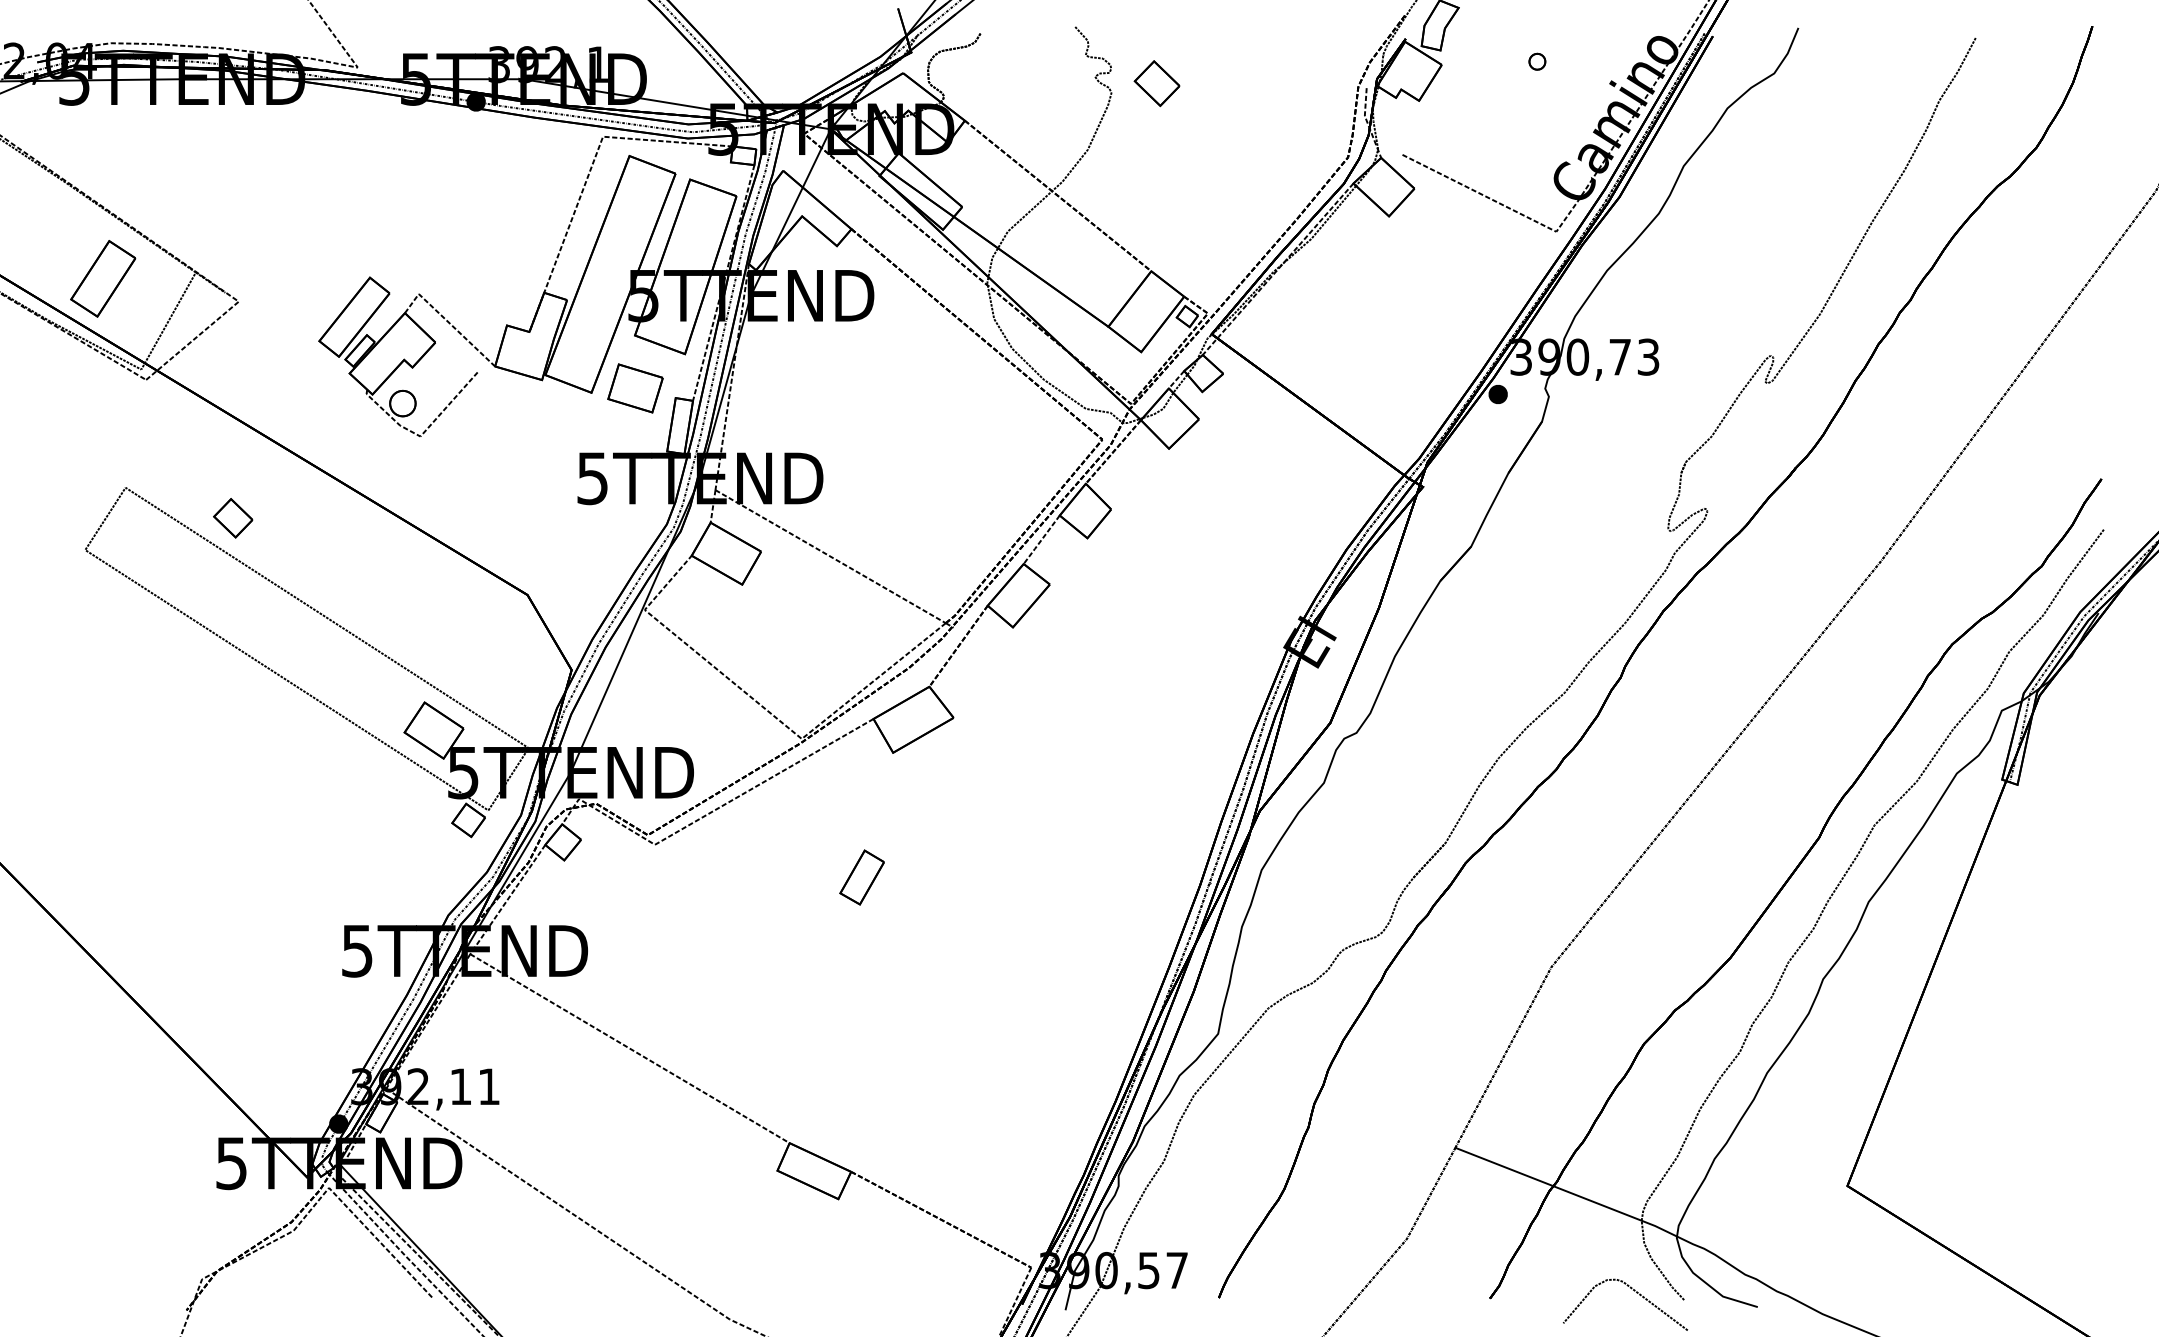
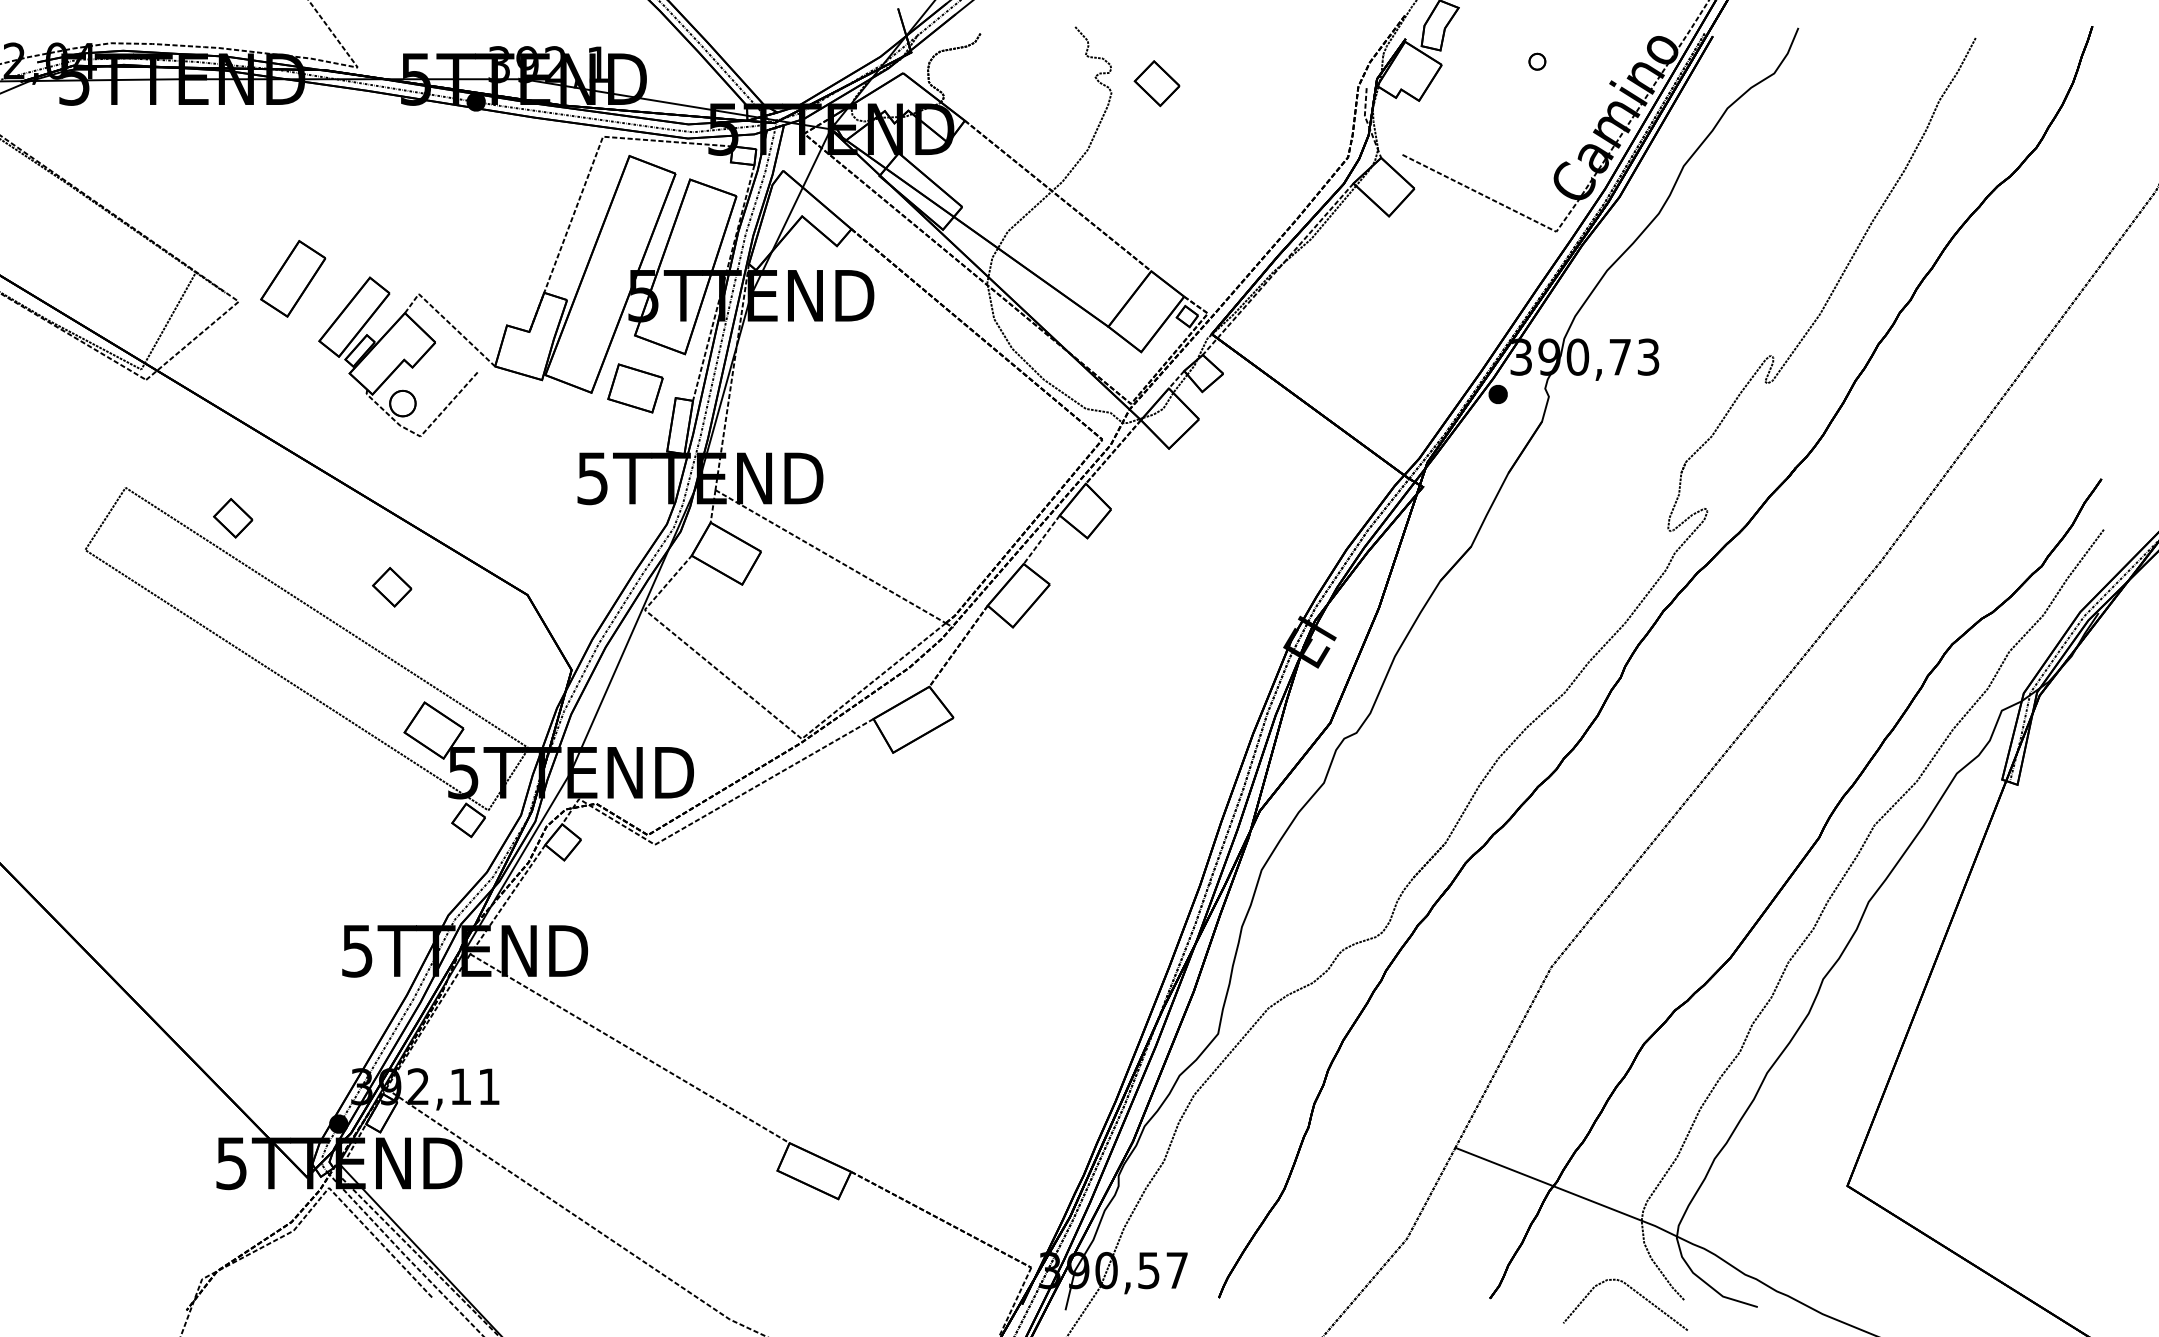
part at (103, 278) position: (103, 278) -> (293, 278)
part at (392, 587): none -> present
part at (861, 877): present -> none
